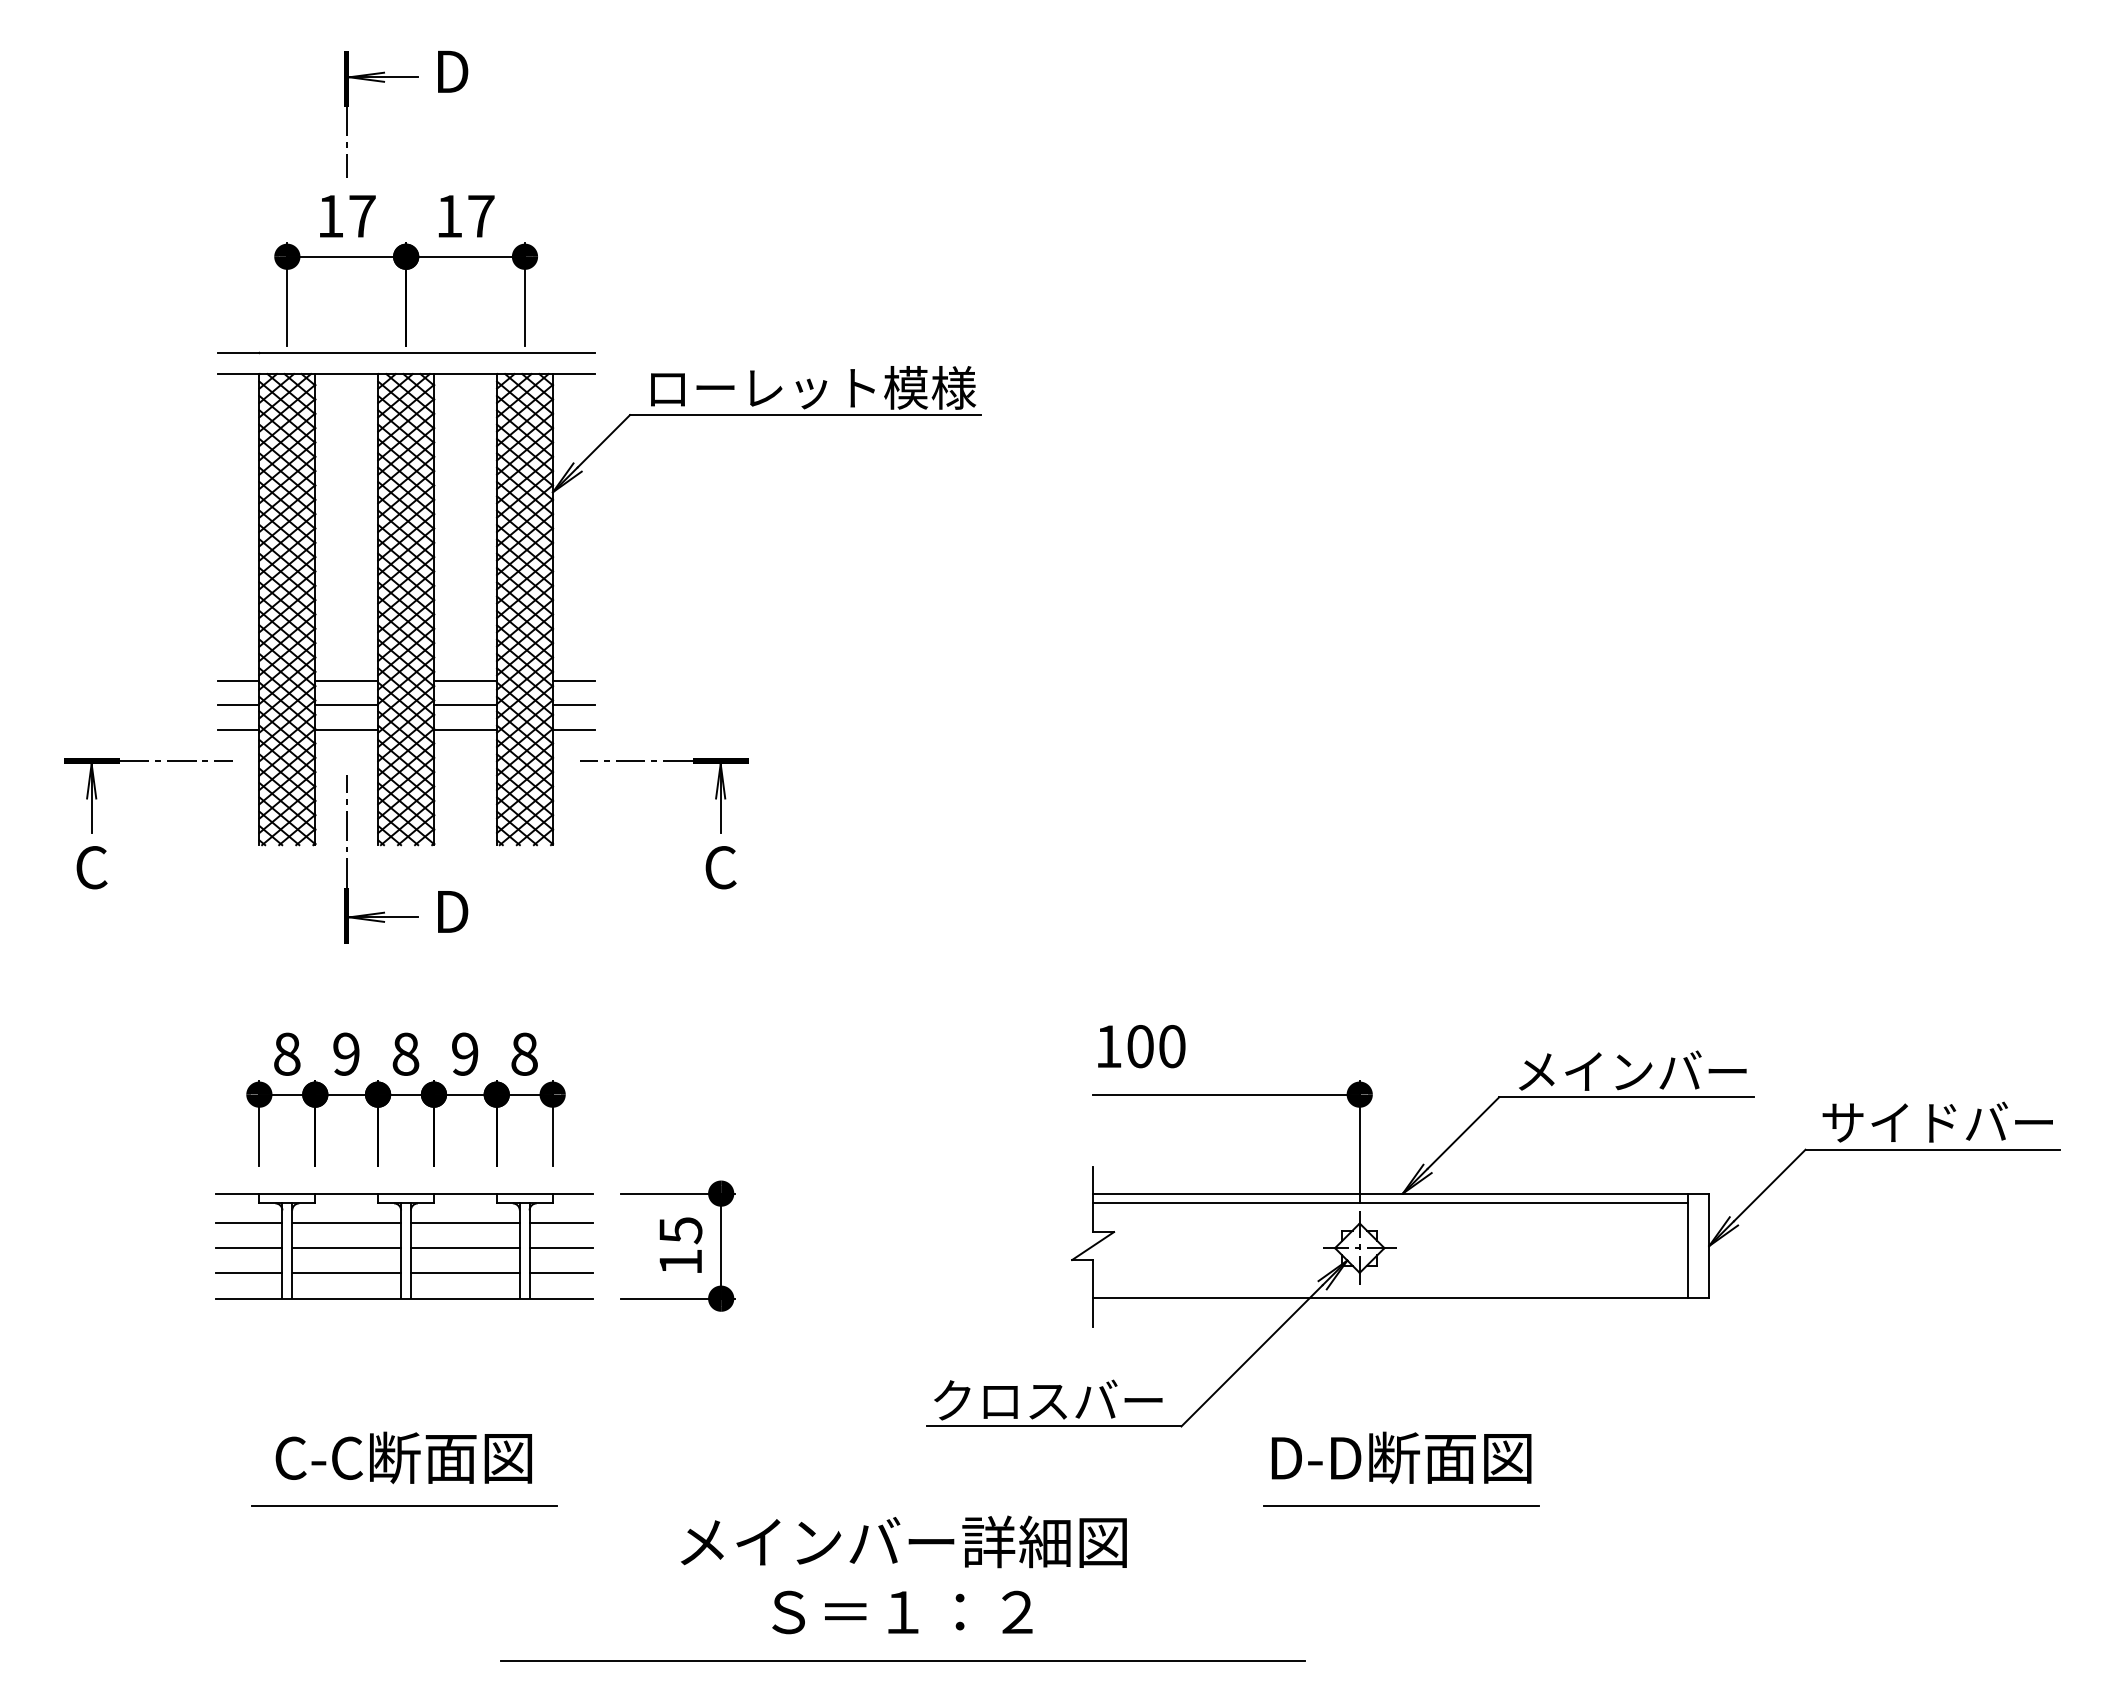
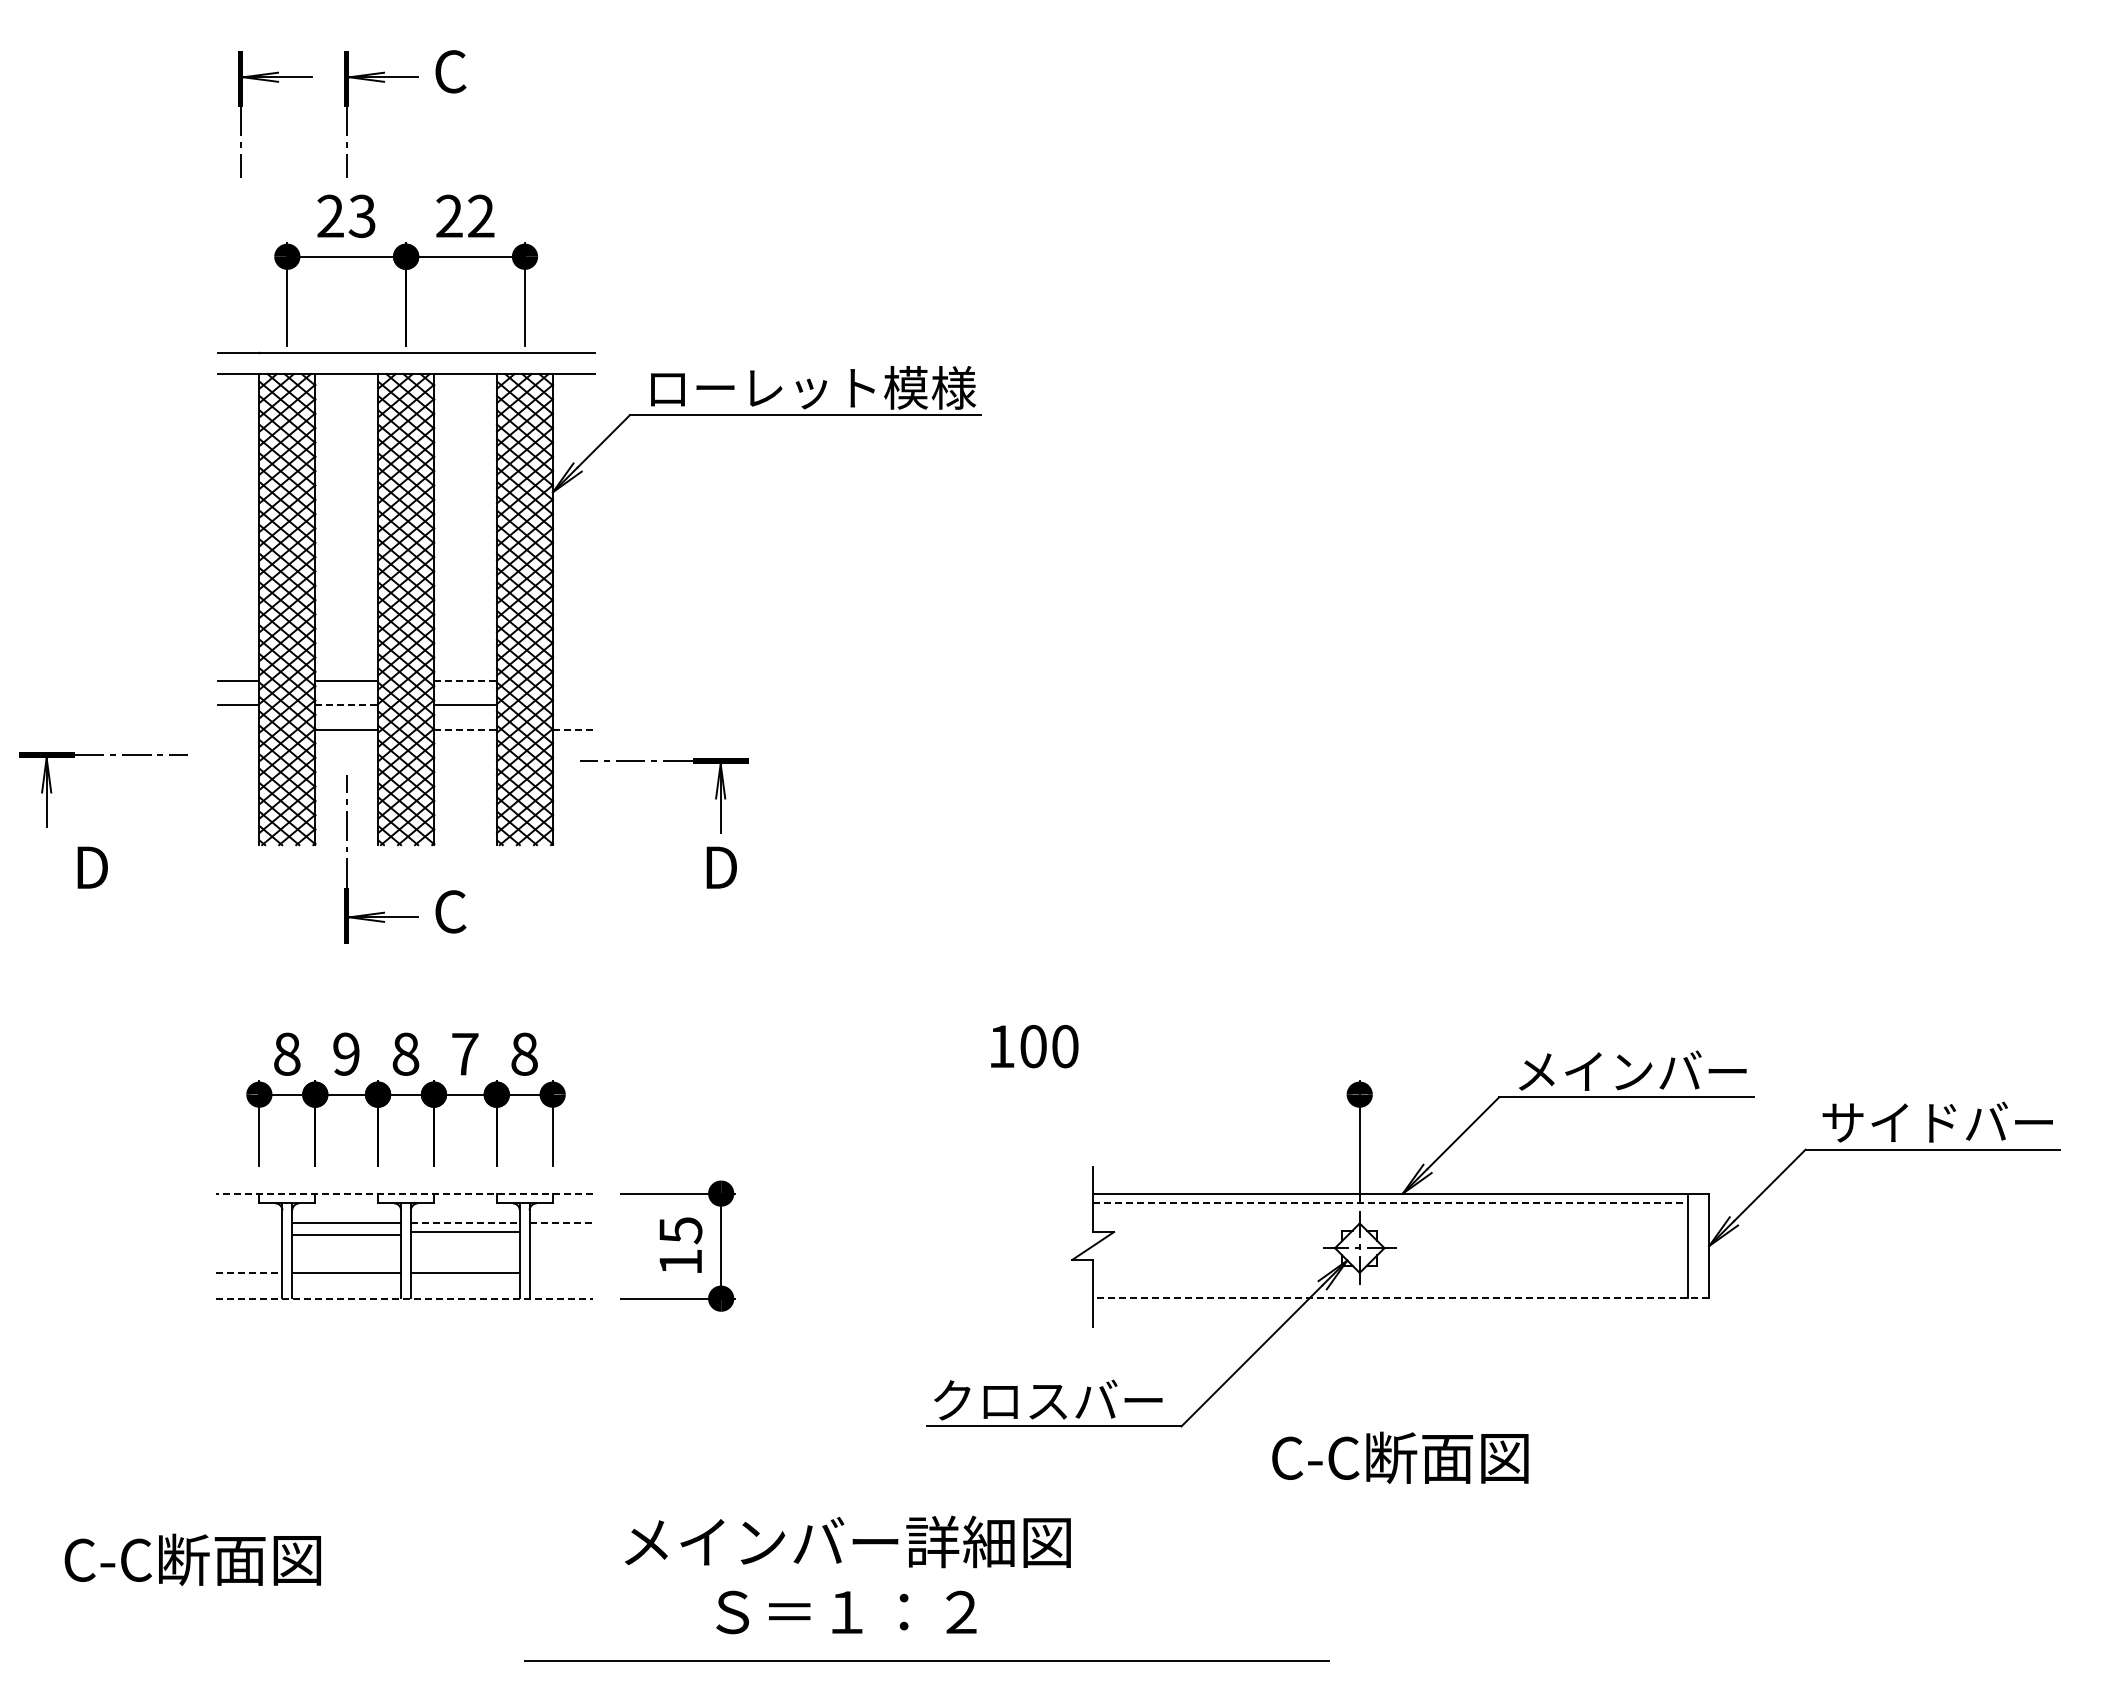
text at (451, 71): D -> C
part at (275, 82): none -> present
text at (346, 215): 17 -> 23
text at (465, 215): 17 -> 22
line at (466, 680): solid -> dashed
line at (573, 680): present -> none
line at (347, 705): solid -> dashed
line at (573, 705): present -> none
line at (238, 730): present -> none
line at (466, 730): solid -> dashed
line at (573, 730): solid -> dashed
part at (148, 761) position: (148, 761) -> (103, 755)
text at (91, 867): C -> D
text at (720, 867): C -> D
text at (451, 911): D -> C
text at (1141, 1046) position: (1141, 1046) -> (1034, 1046)
text at (465, 1053): 9 -> 7
line at (1226, 1094): present -> none
line at (404, 1193): solid -> dashed
line at (1390, 1203): solid -> dashed
line at (249, 1223): present -> none
line at (465, 1223): solid -> dashed
line at (561, 1223): solid -> dashed
line at (249, 1248): present -> none
line at (346, 1248) position: (346, 1248) -> (346, 1235)
line at (464, 1248) position: (464, 1248) -> (464, 1232)
line at (561, 1248): present -> none
line at (249, 1272): solid -> dashed
line at (561, 1272): present -> none
line at (404, 1298): solid -> dashed
line at (1400, 1298): solid -> dashed
text at (403, 1457) position: (403, 1457) -> (192, 1559)
text at (1401, 1457): D-D断面図 -> C-C断面図
line at (404, 1506): present -> none
line at (1400, 1506): present -> none
text at (903, 1574) position: (903, 1574) -> (847, 1574)
line at (902, 1660) position: (902, 1660) -> (926, 1660)
